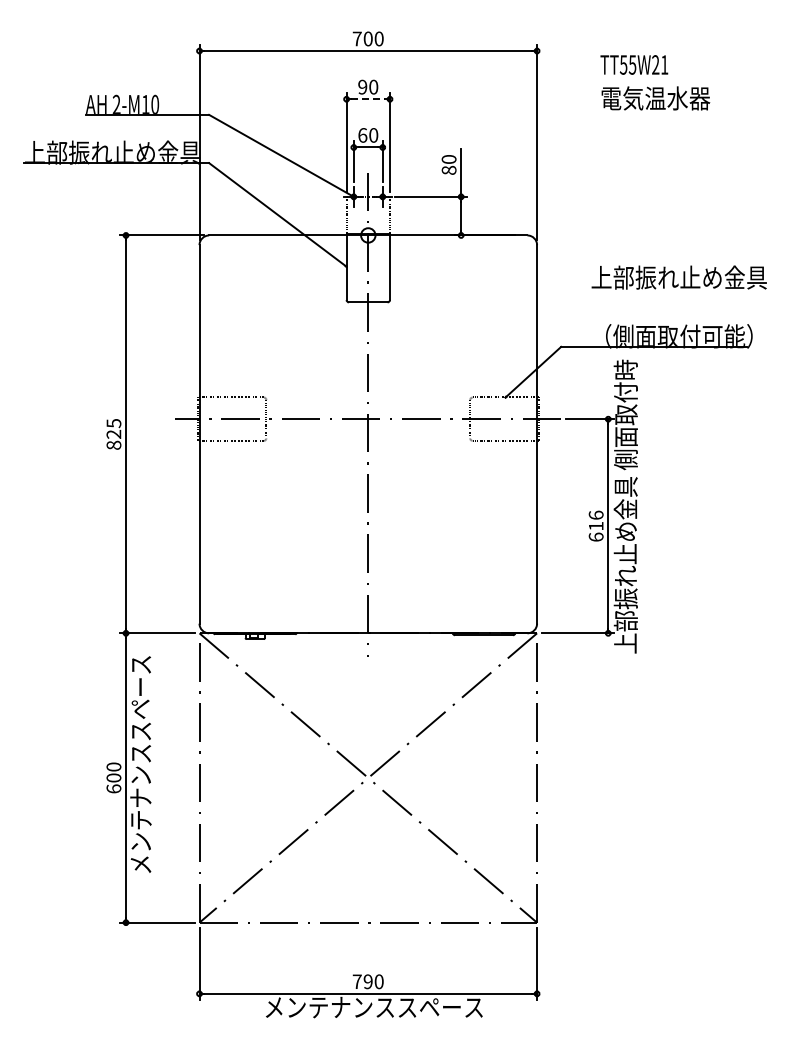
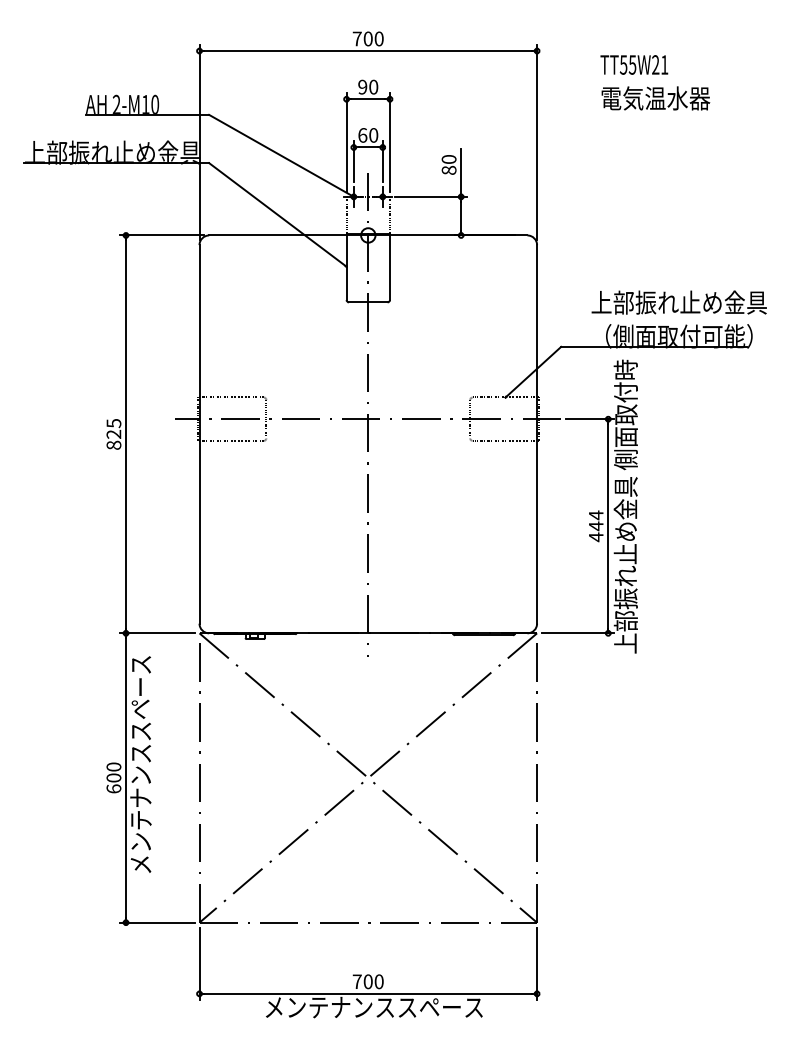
line at (368, 99): dashed -> solid
text at (678, 277) position: (678, 277) -> (678, 302)
text at (595, 526): 616 -> 444
text at (367, 981): 790 -> 700
